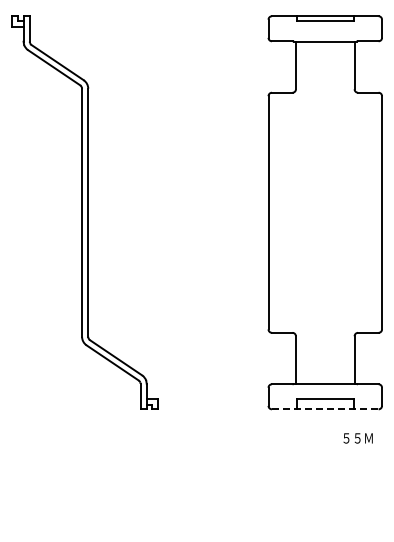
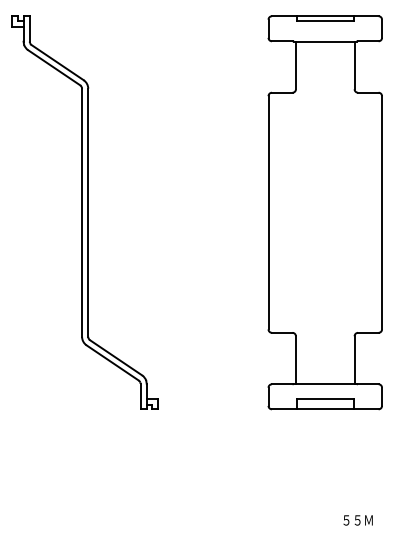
line at (325, 409): dashed -> solid
text at (357, 438) position: (357, 438) -> (357, 520)
